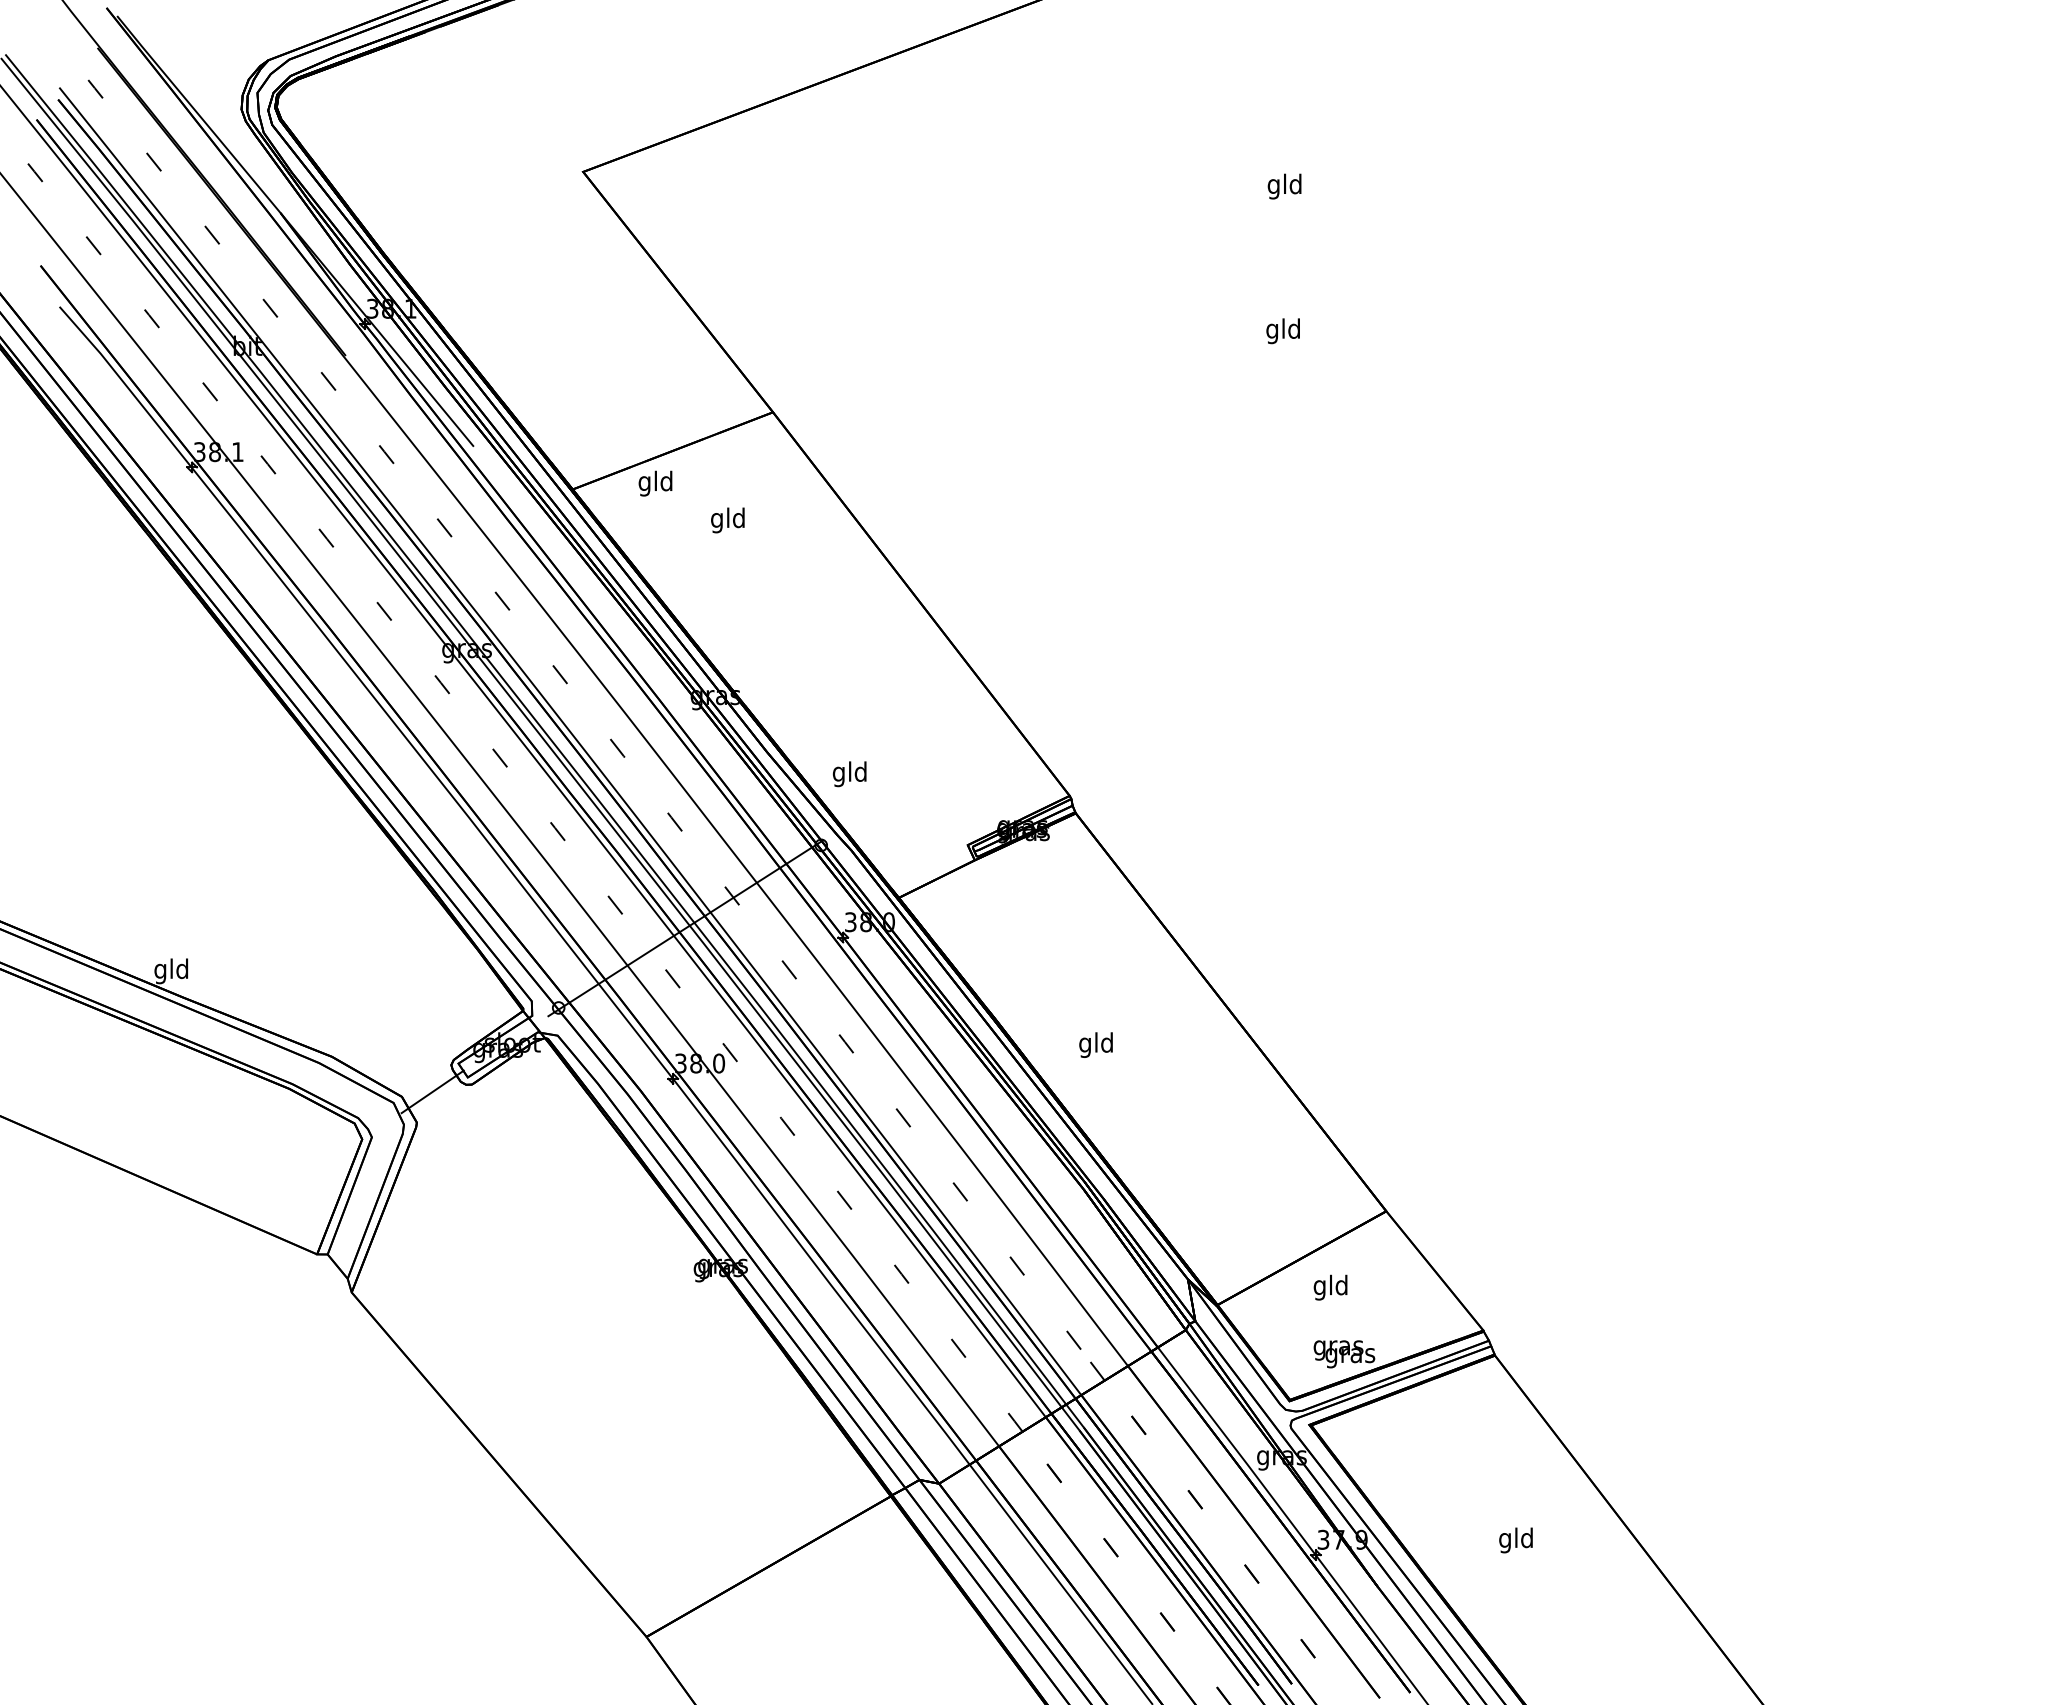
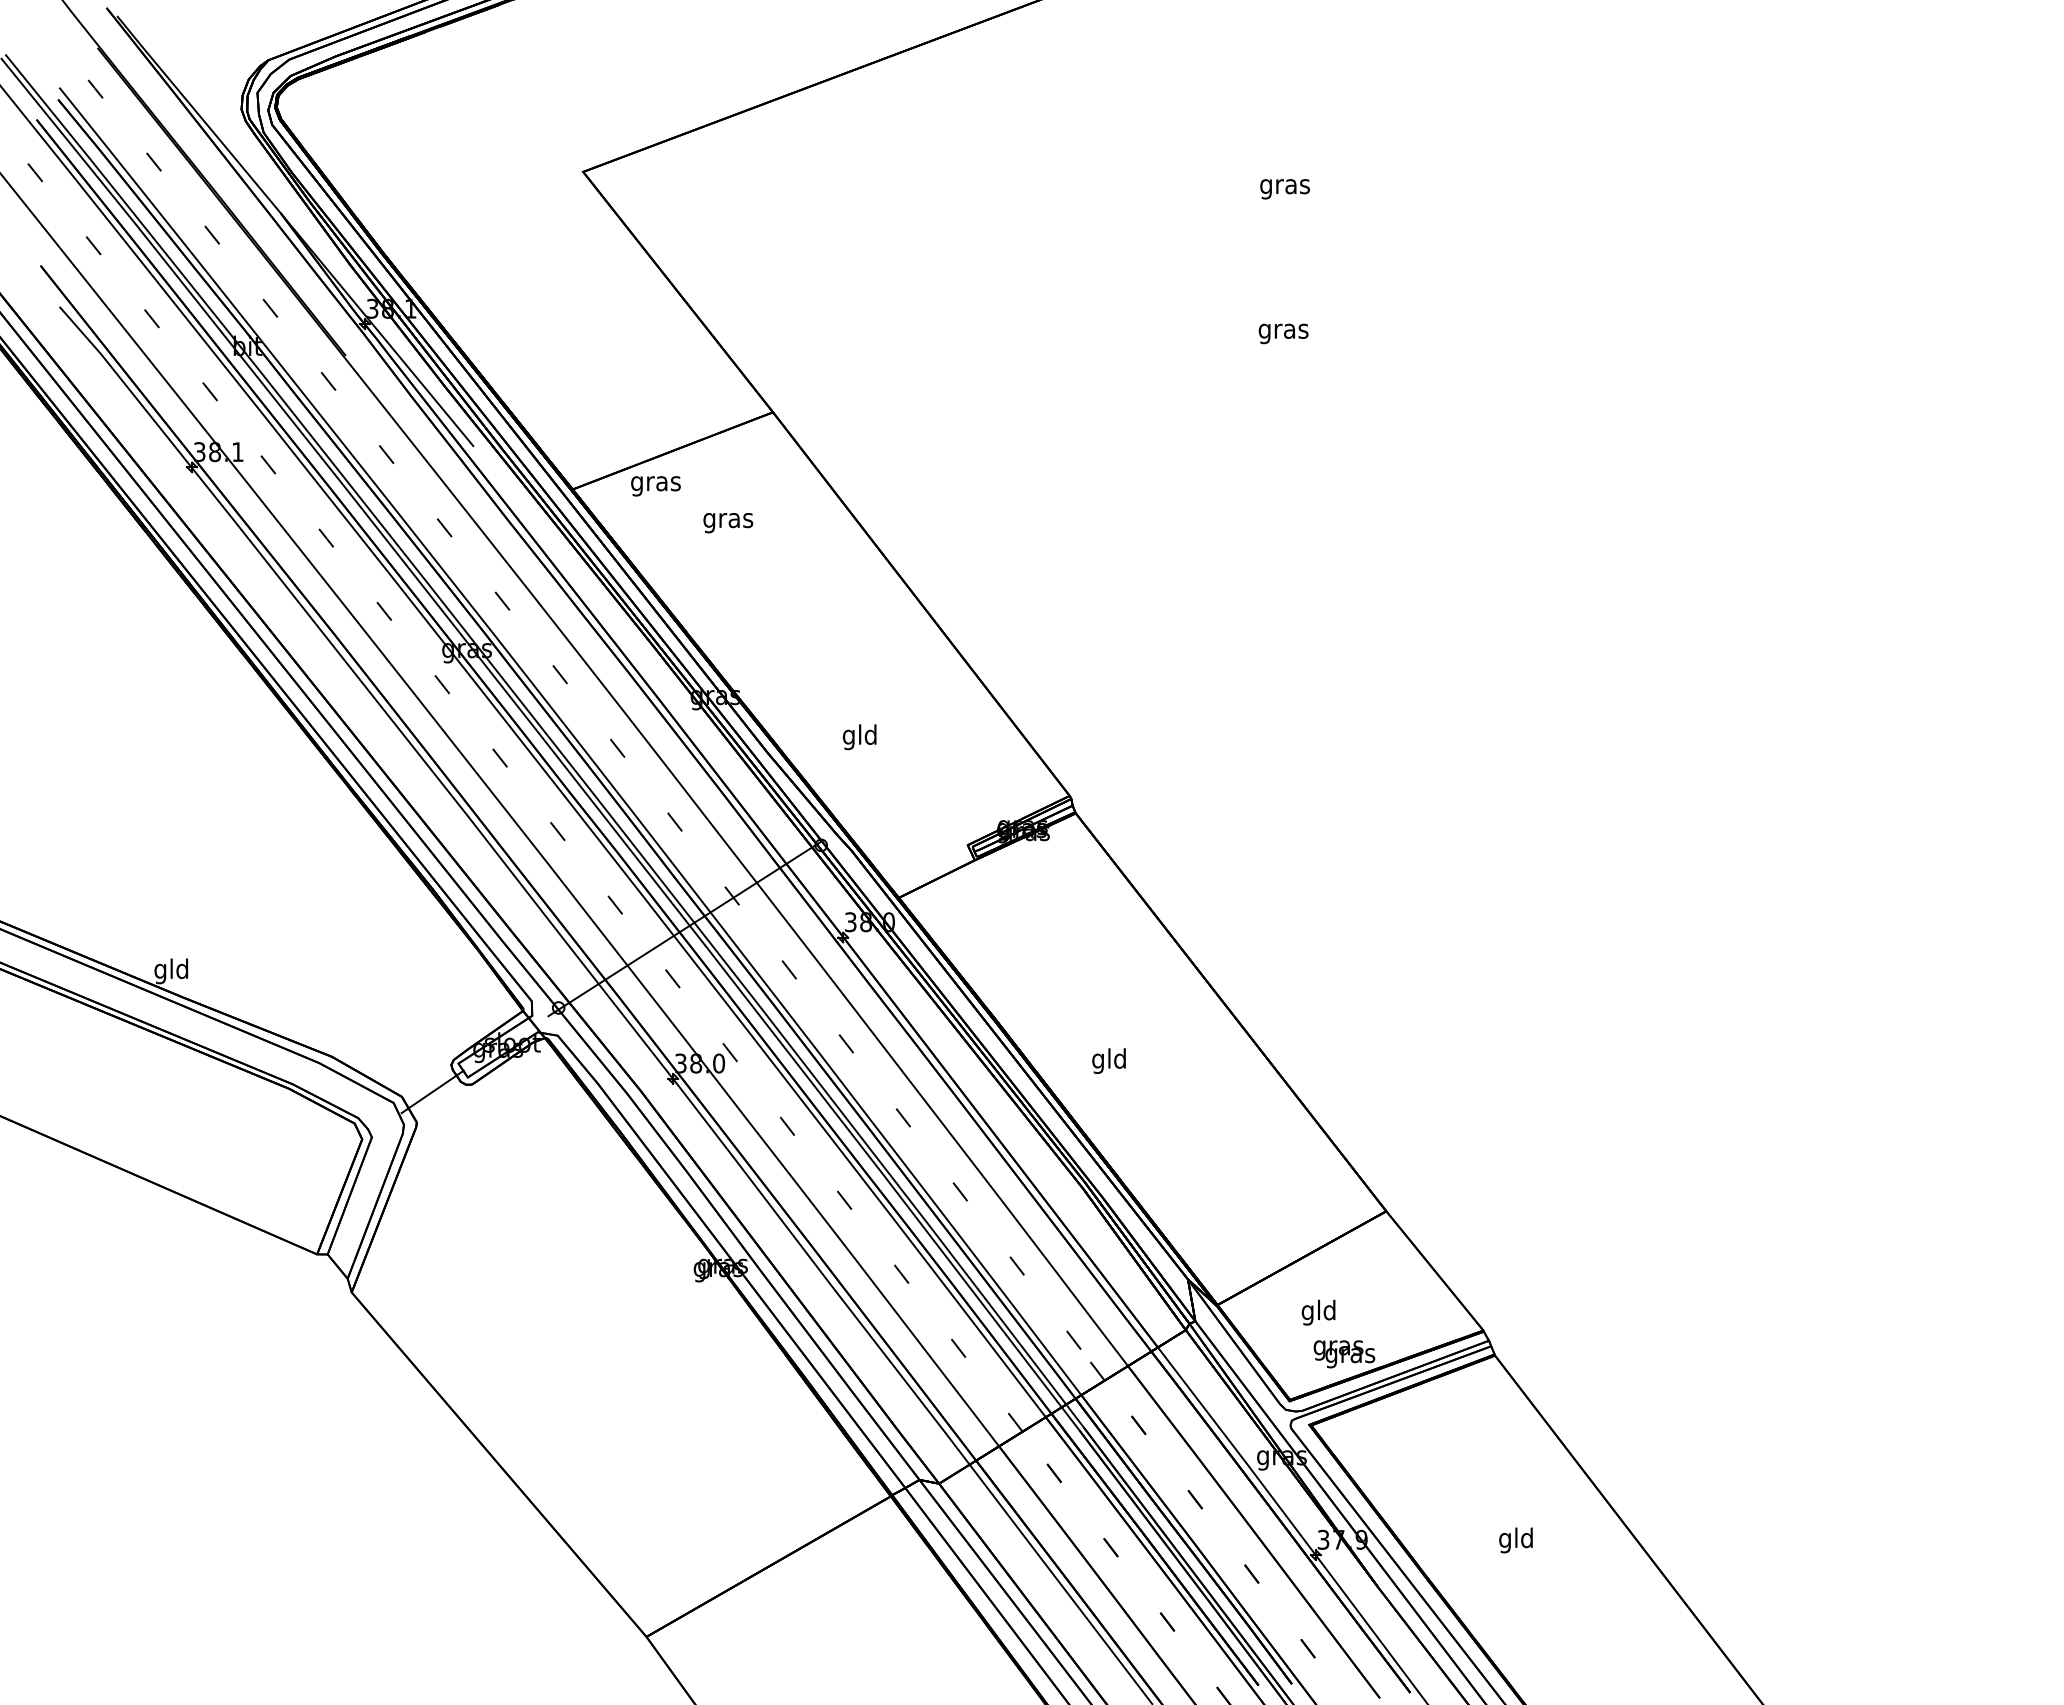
text at (1284, 186): gld -> gras
text at (1283, 331): gld -> gras
text at (655, 483): gld -> gras
text at (728, 520): gld -> gras
text at (849, 774) position: (849, 774) -> (859, 737)
text at (1095, 1044) position: (1095, 1044) -> (1108, 1060)
text at (1330, 1287) position: (1330, 1287) -> (1318, 1312)
